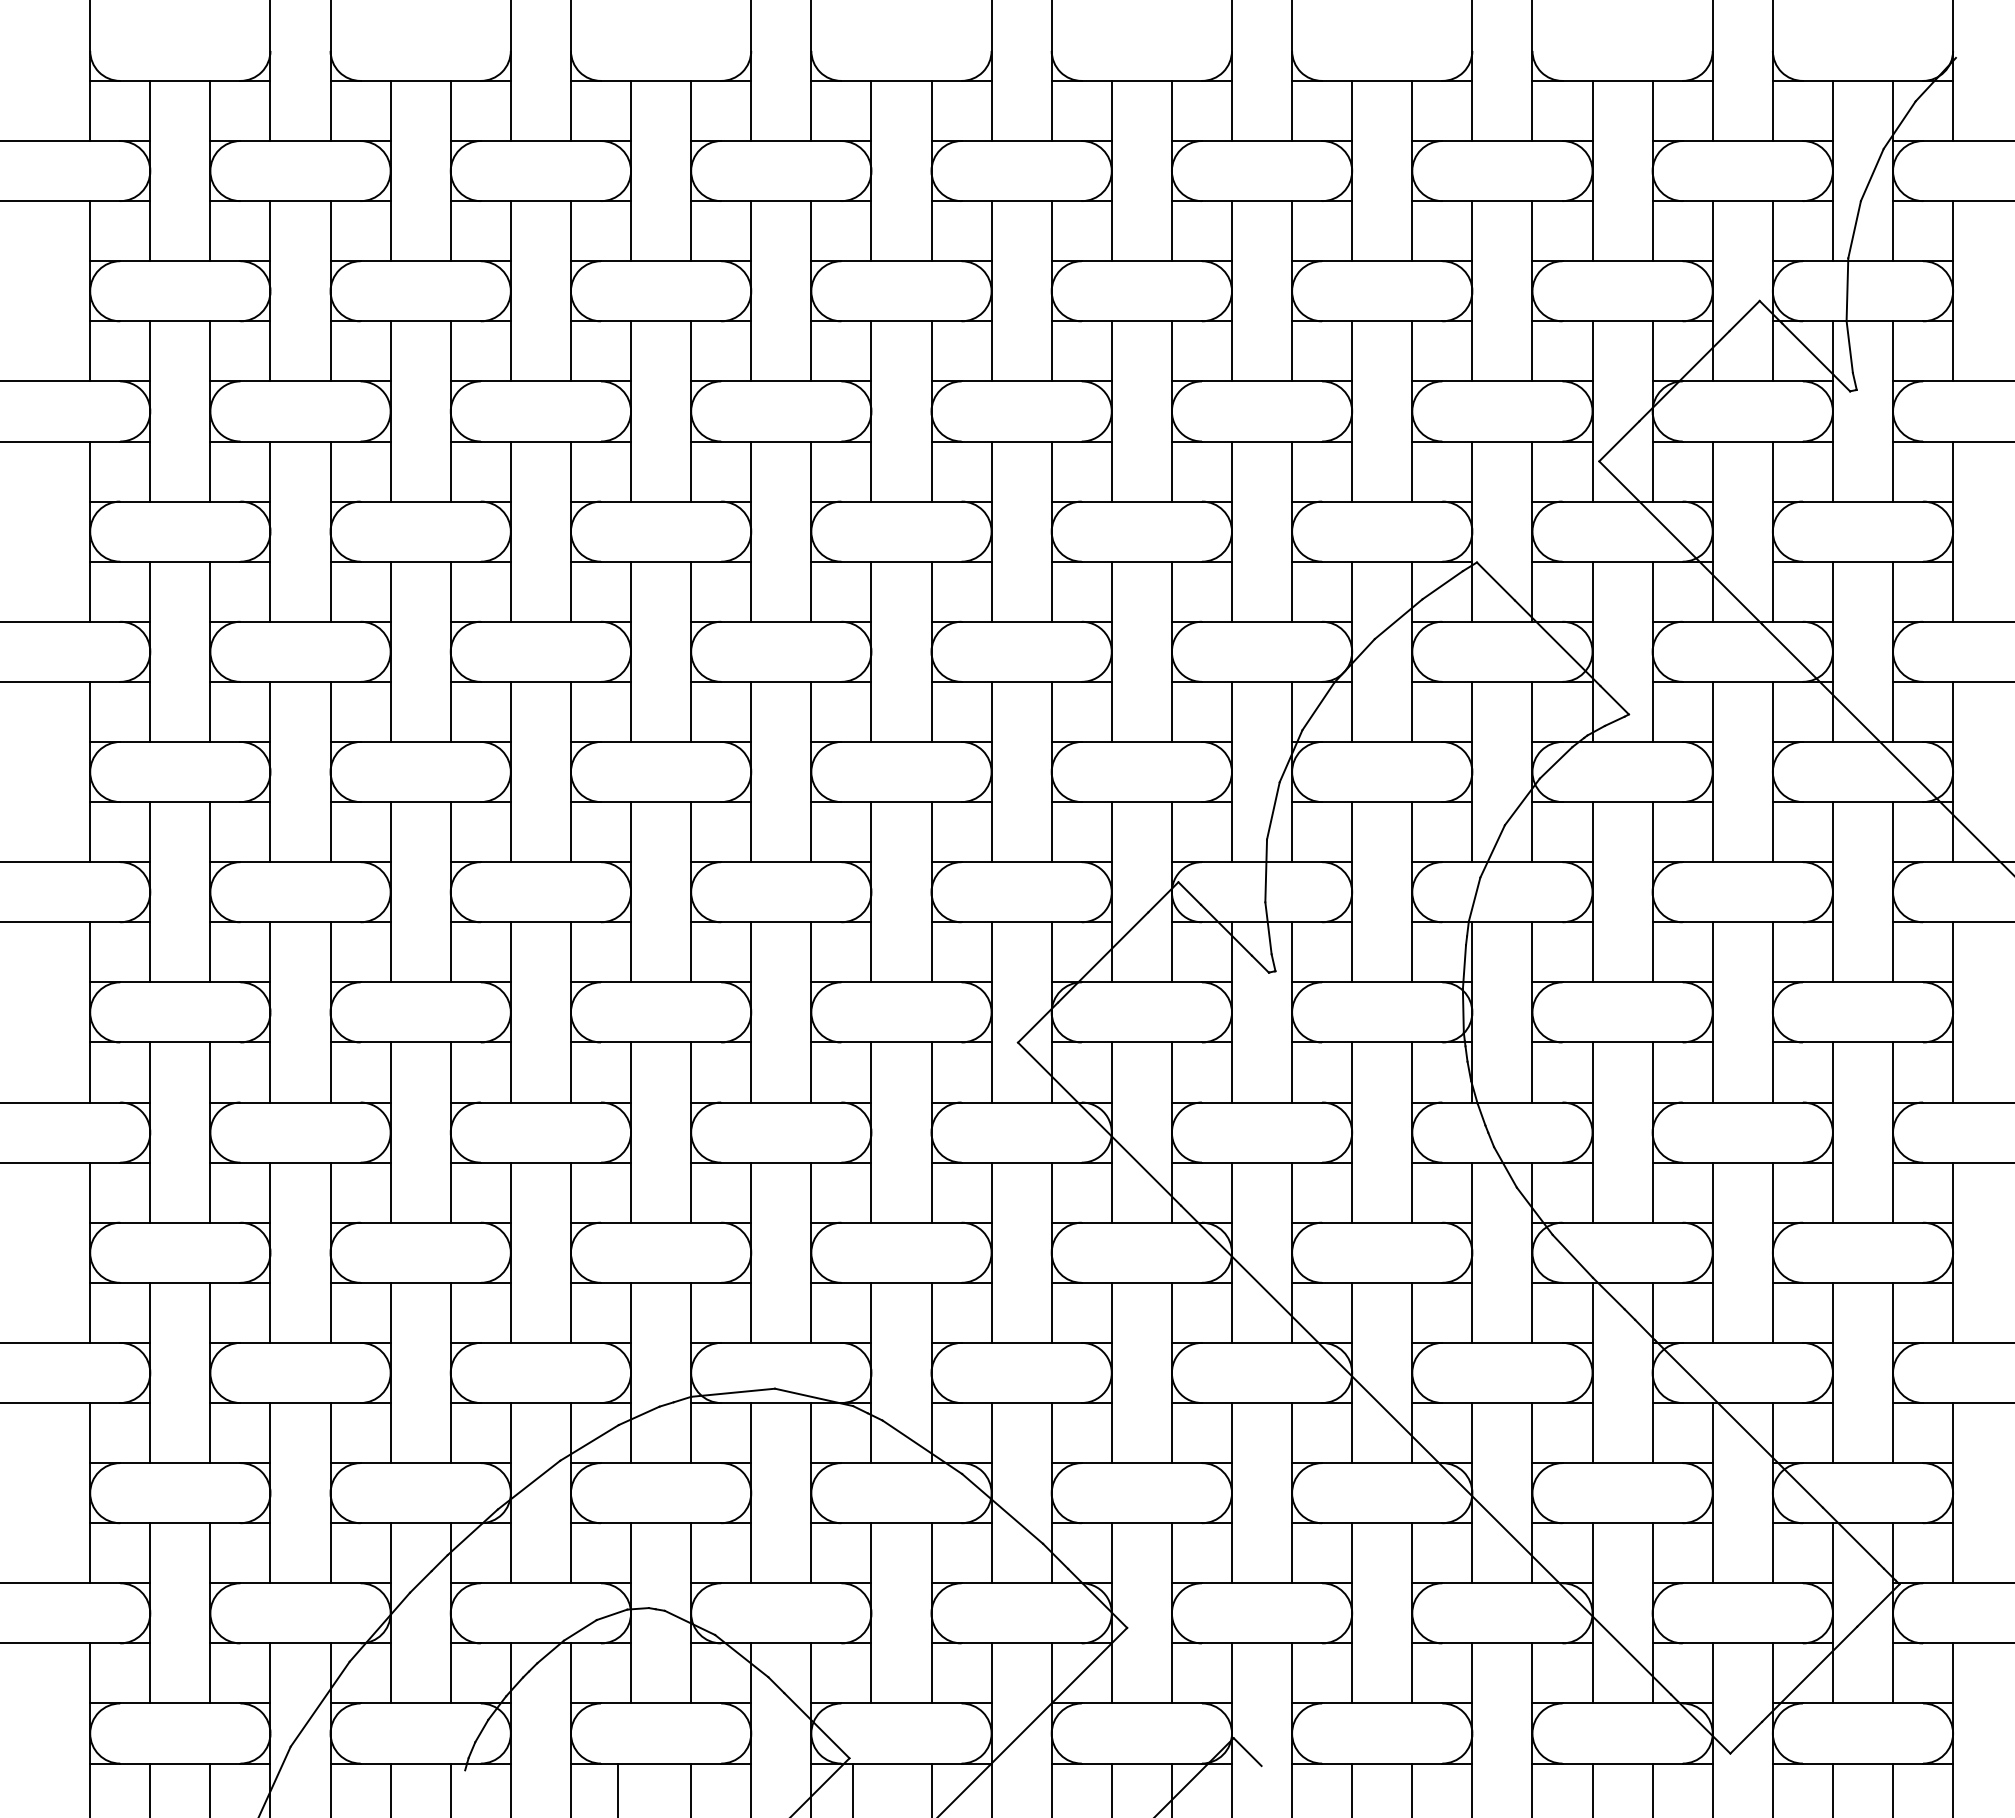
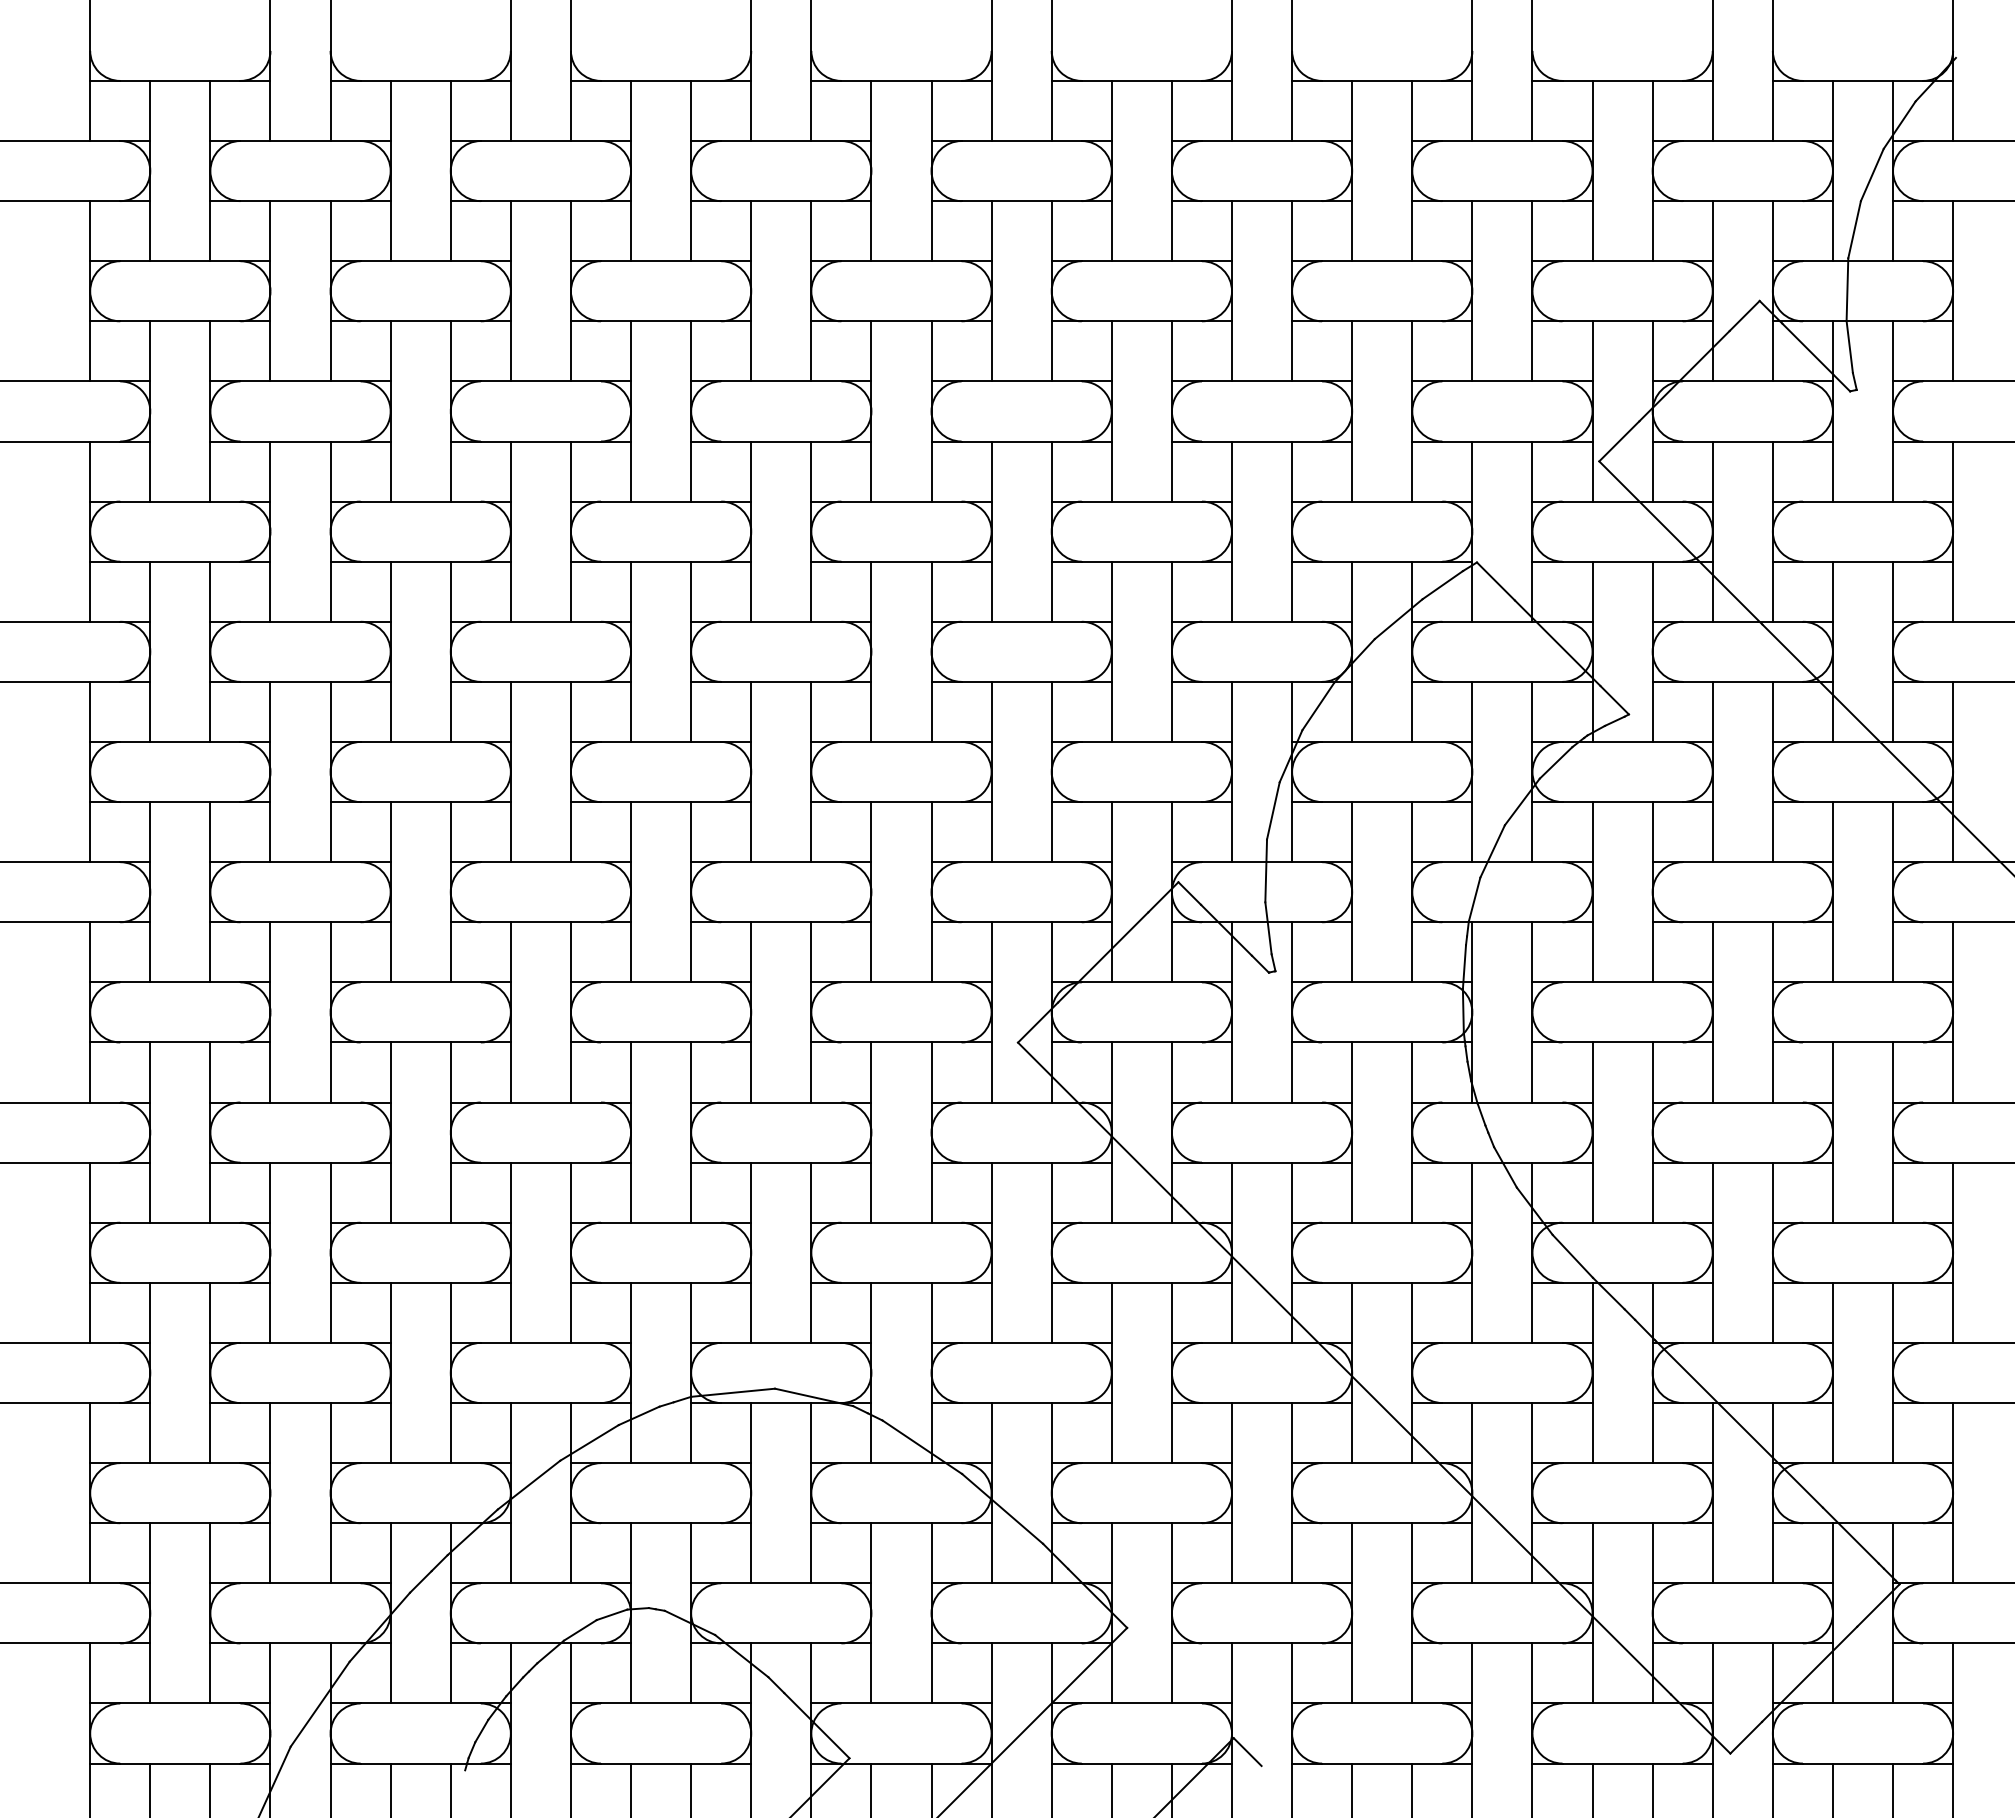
line at (618, 1788) position: (618, 1788) -> (631, 1788)
line at (853, 1788) position: (853, 1788) -> (871, 1788)
